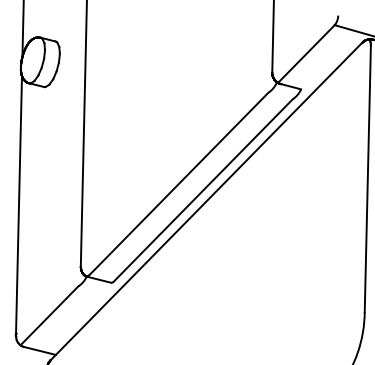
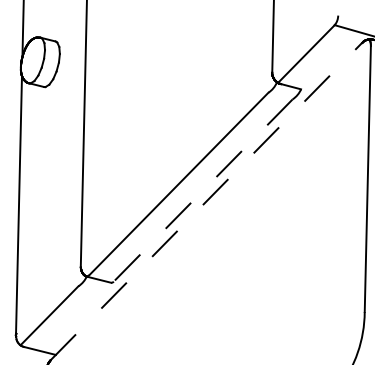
line at (203, 190): solid -> dashed
line at (206, 201): solid -> dashed
